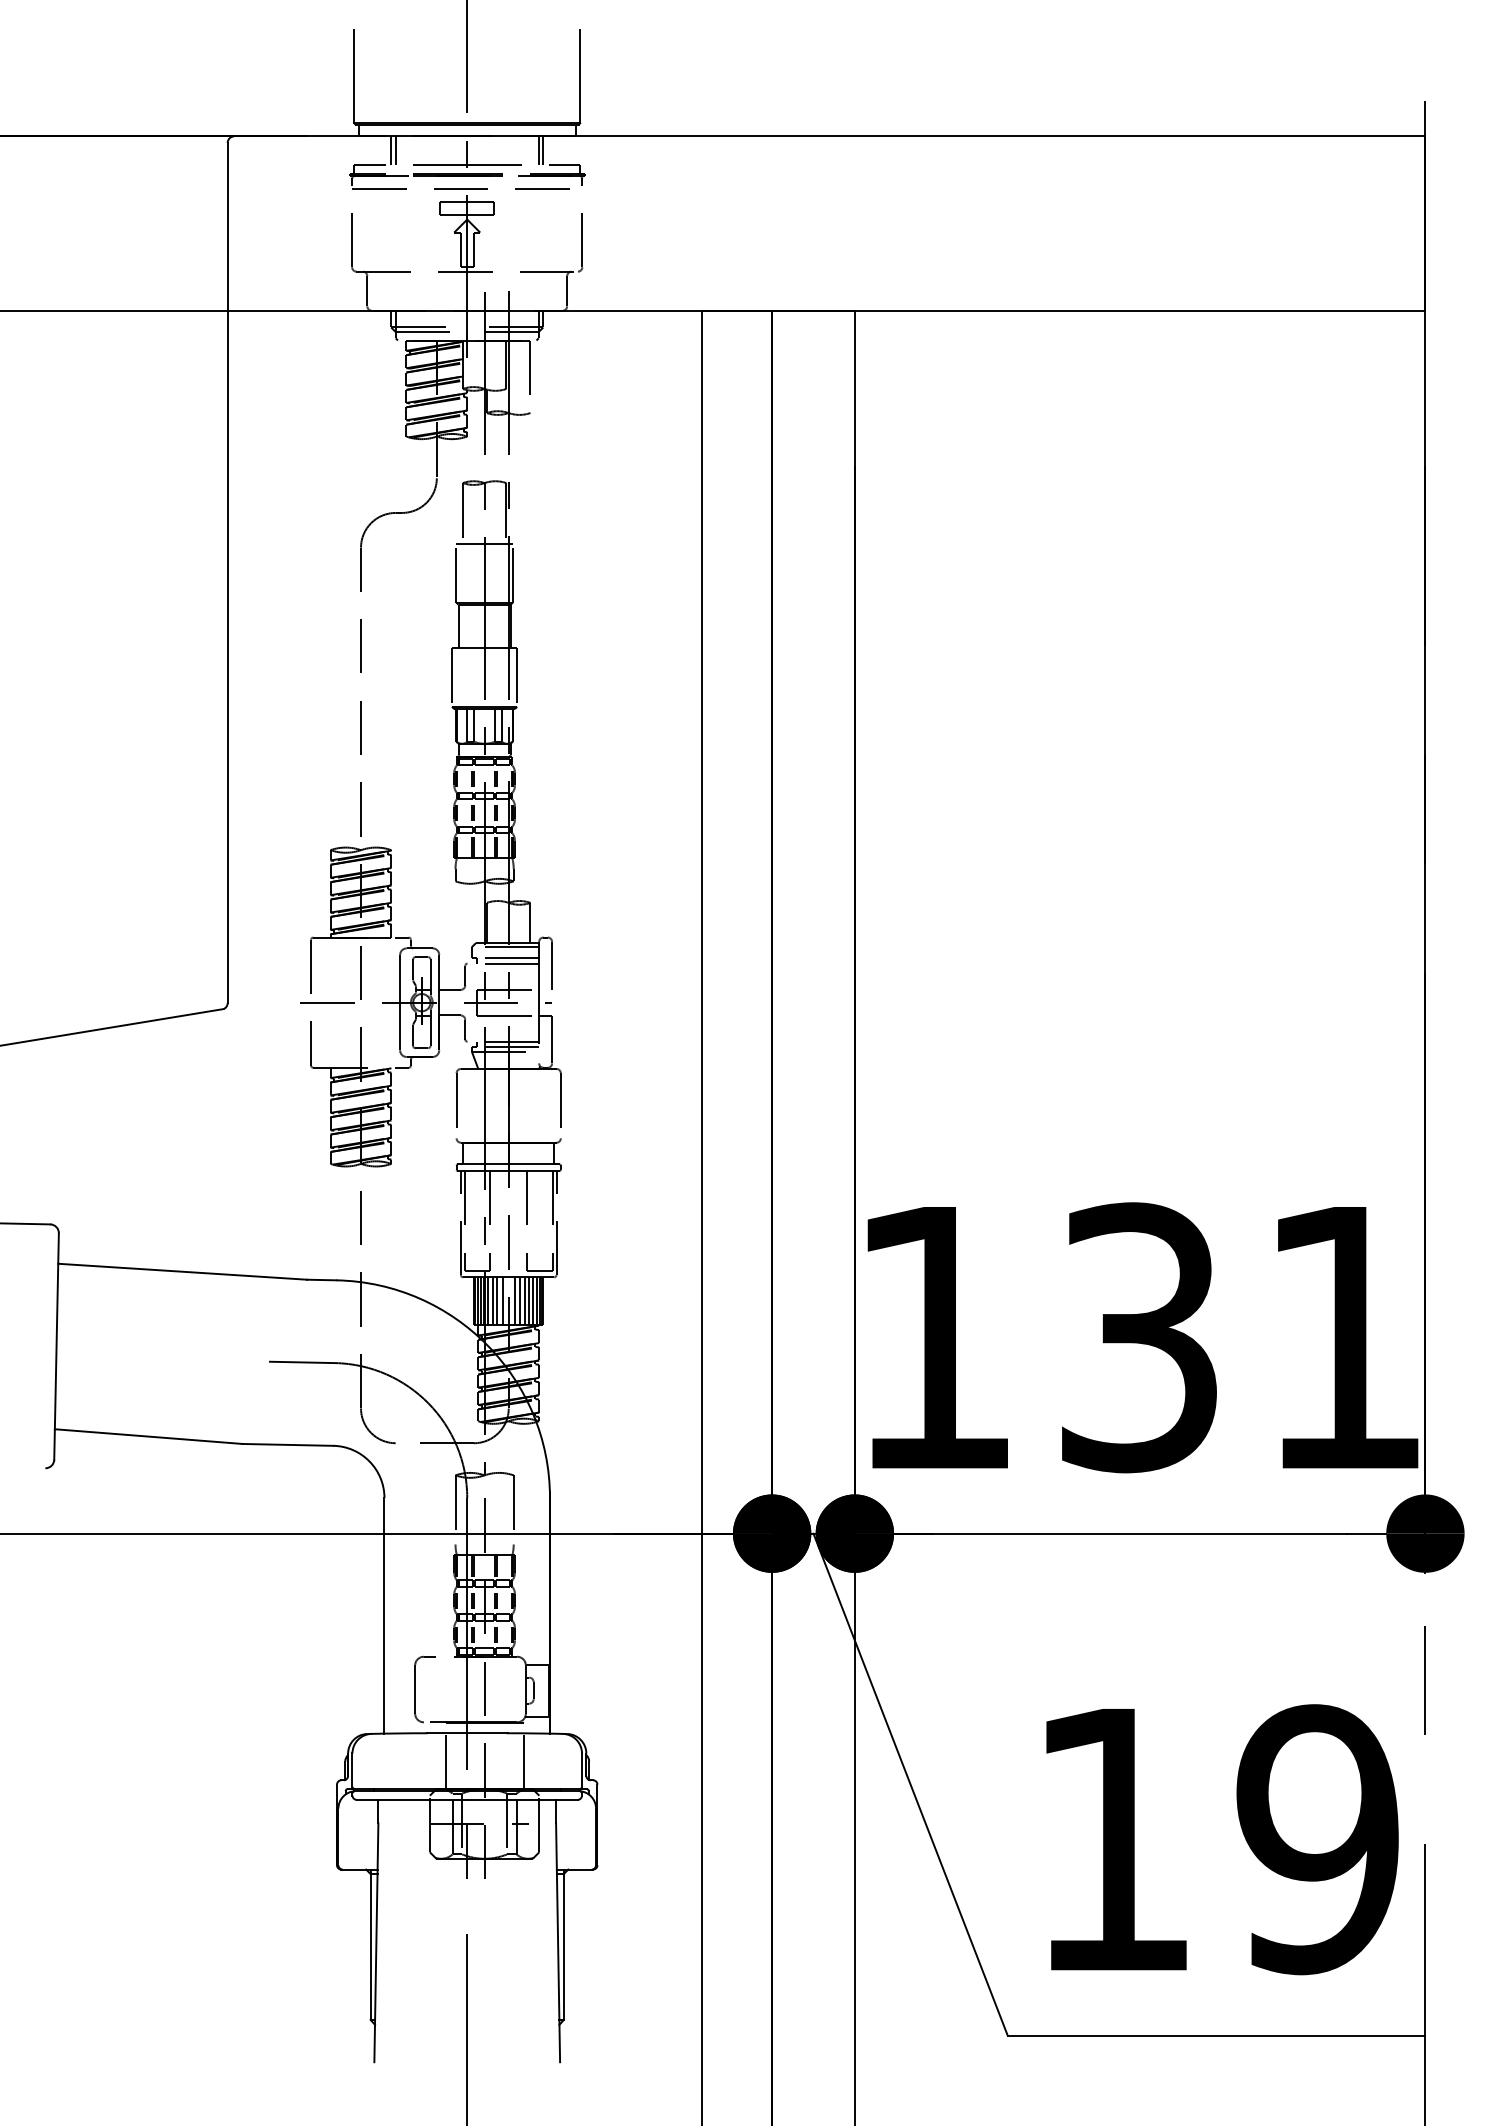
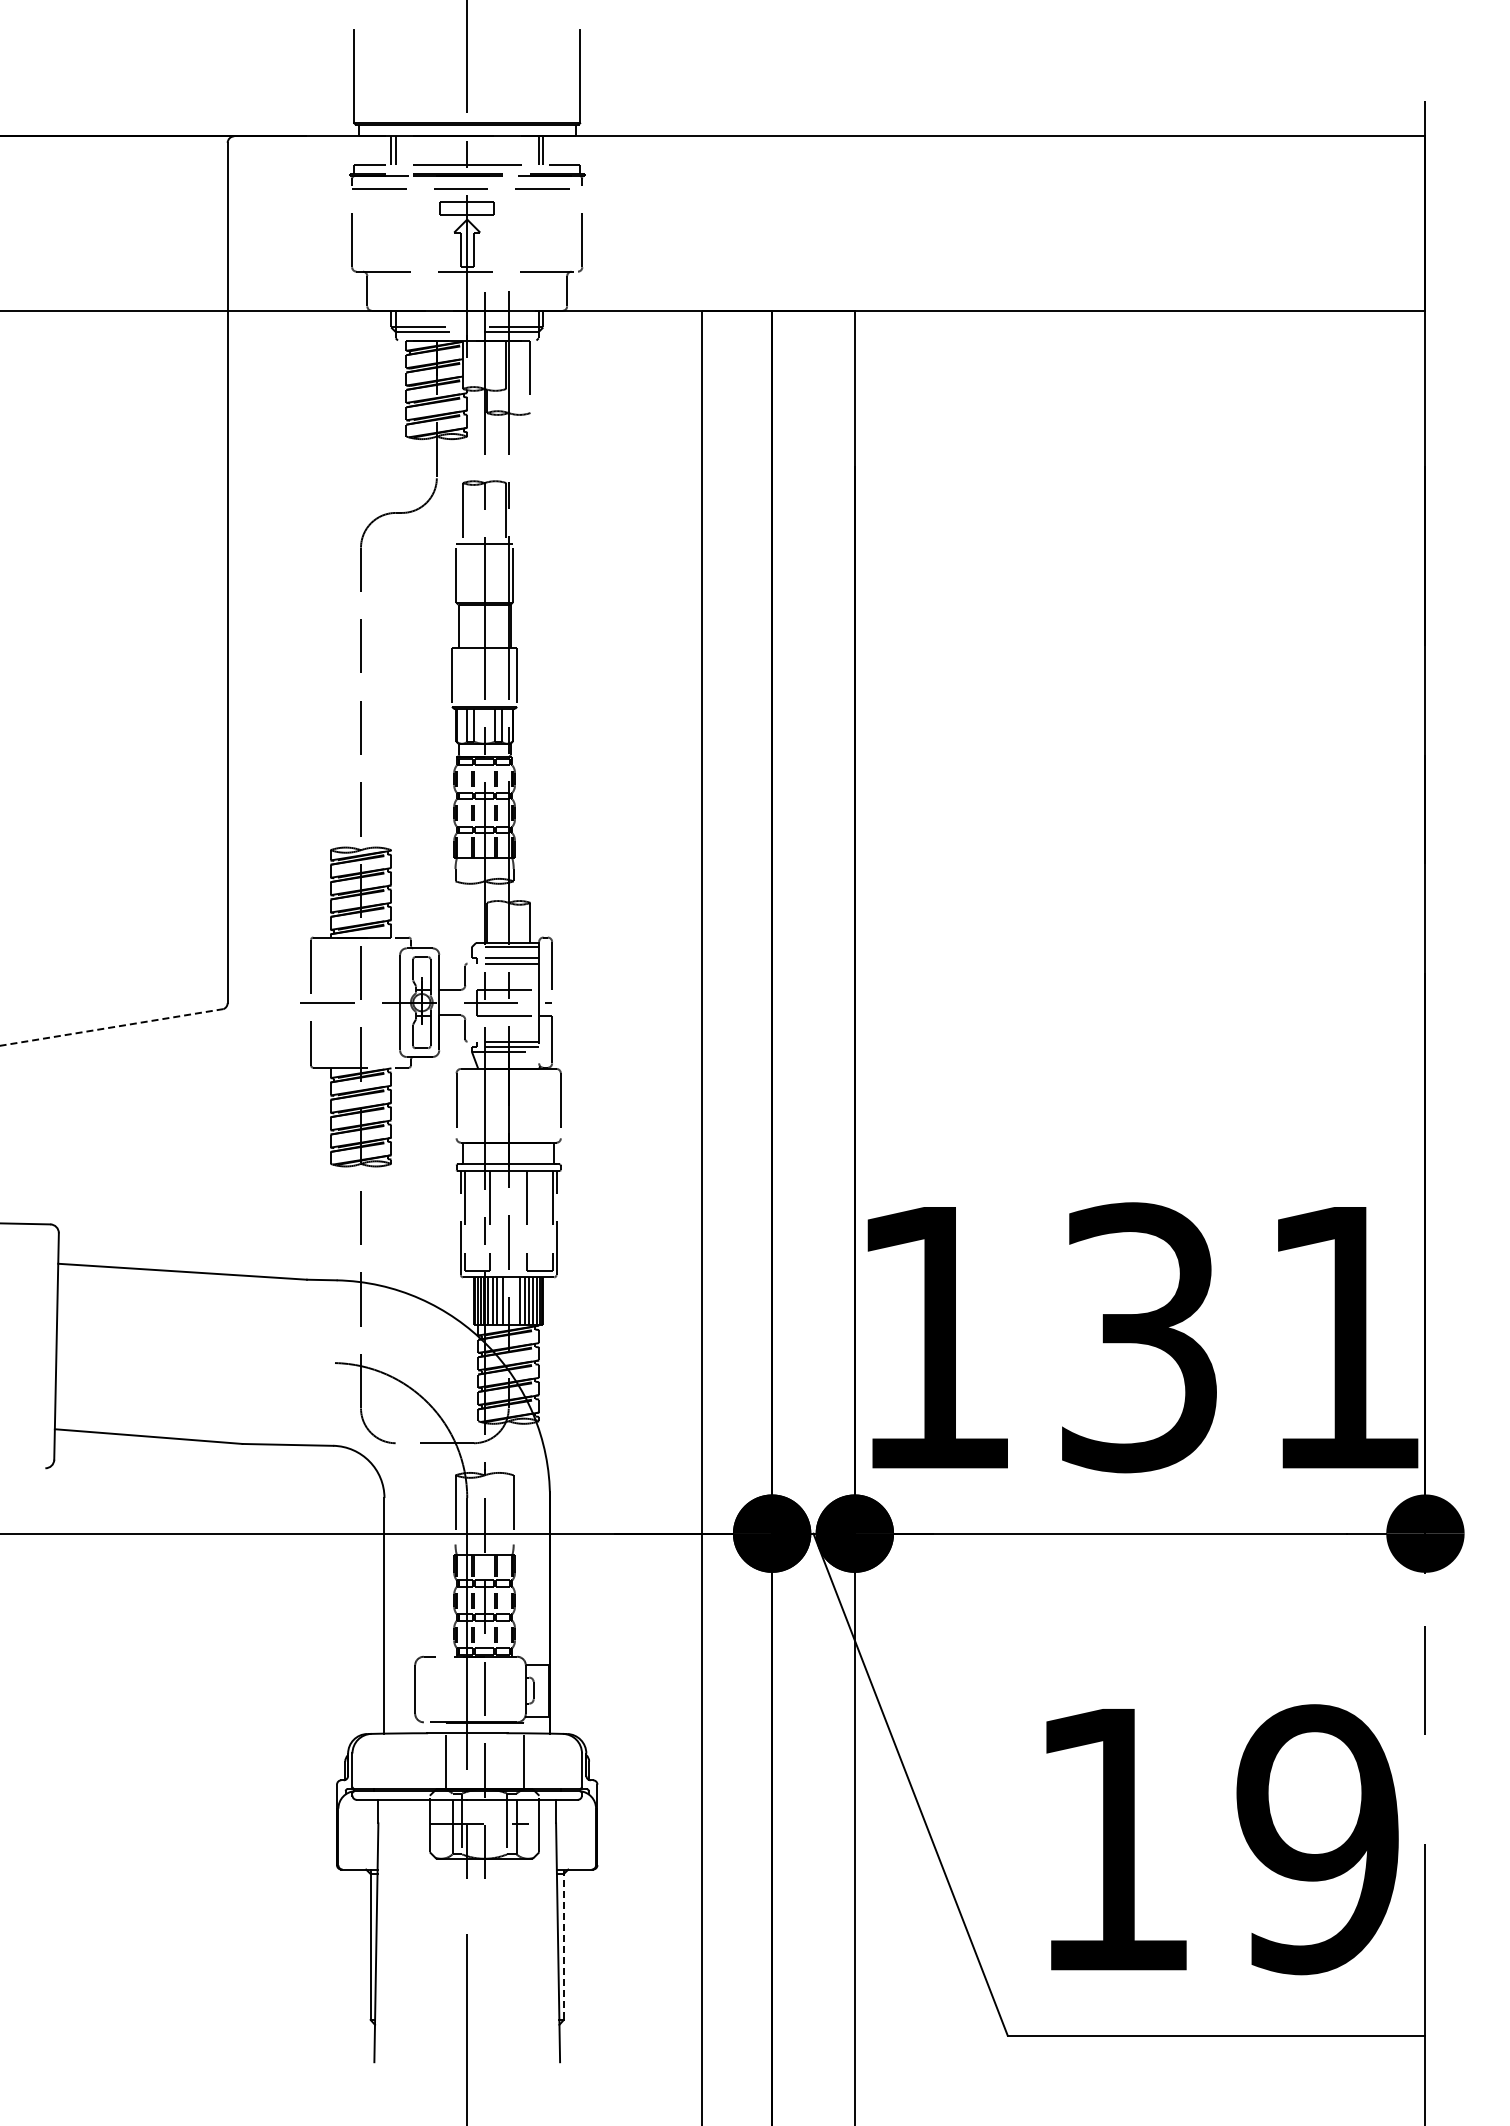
line at (112, 1027): solid -> dashed
line at (514, 1301): present -> none
line at (301, 1362): present -> none
line at (563, 1944): solid -> dashed
